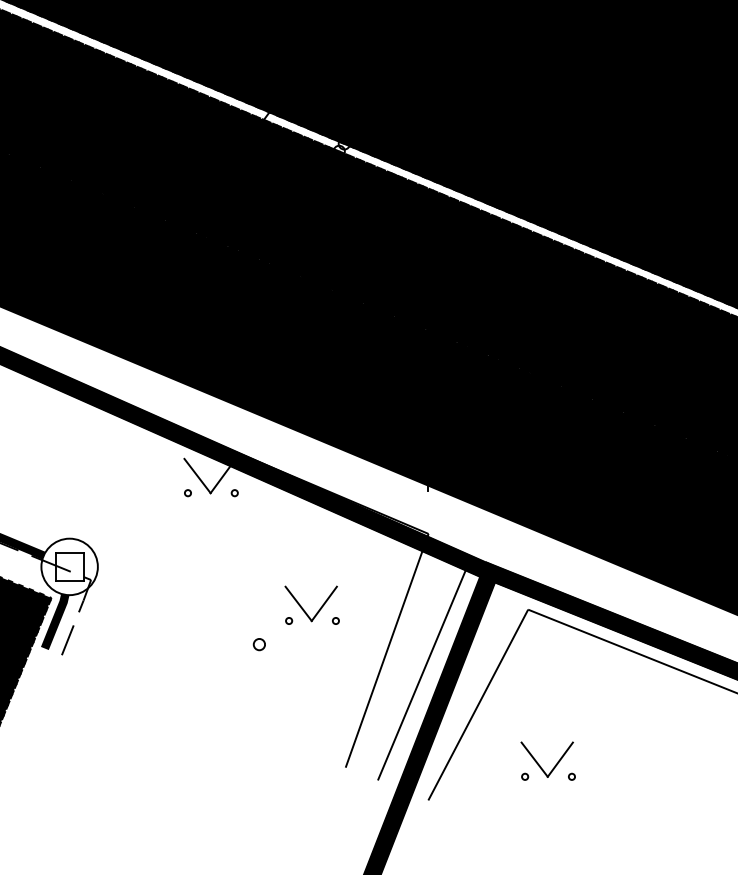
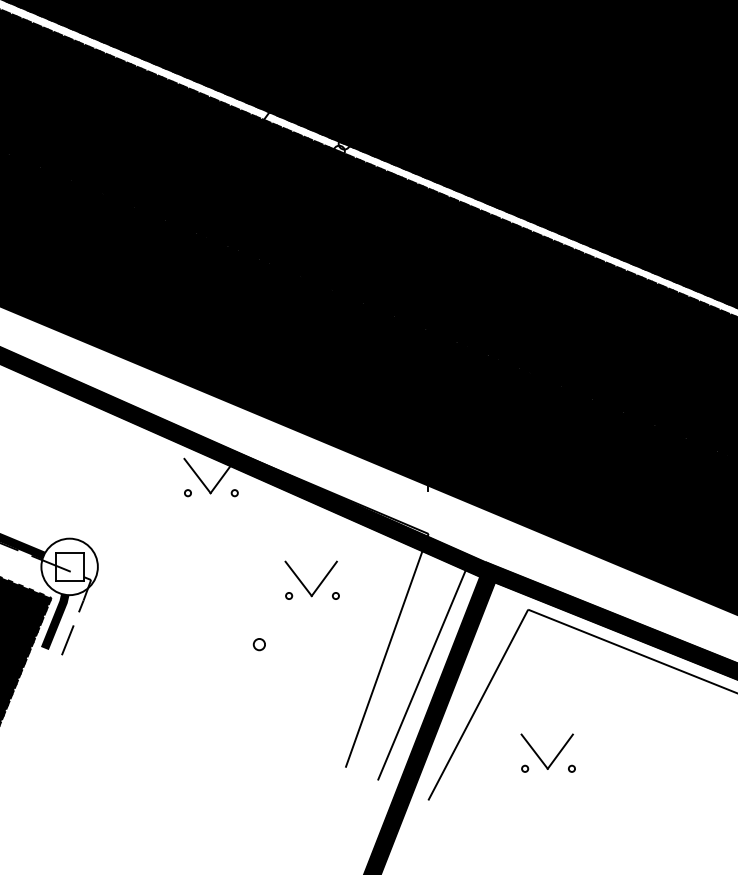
part at (304, 609) position: (304, 609) -> (304, 584)
part at (541, 766) position: (541, 766) -> (541, 758)
